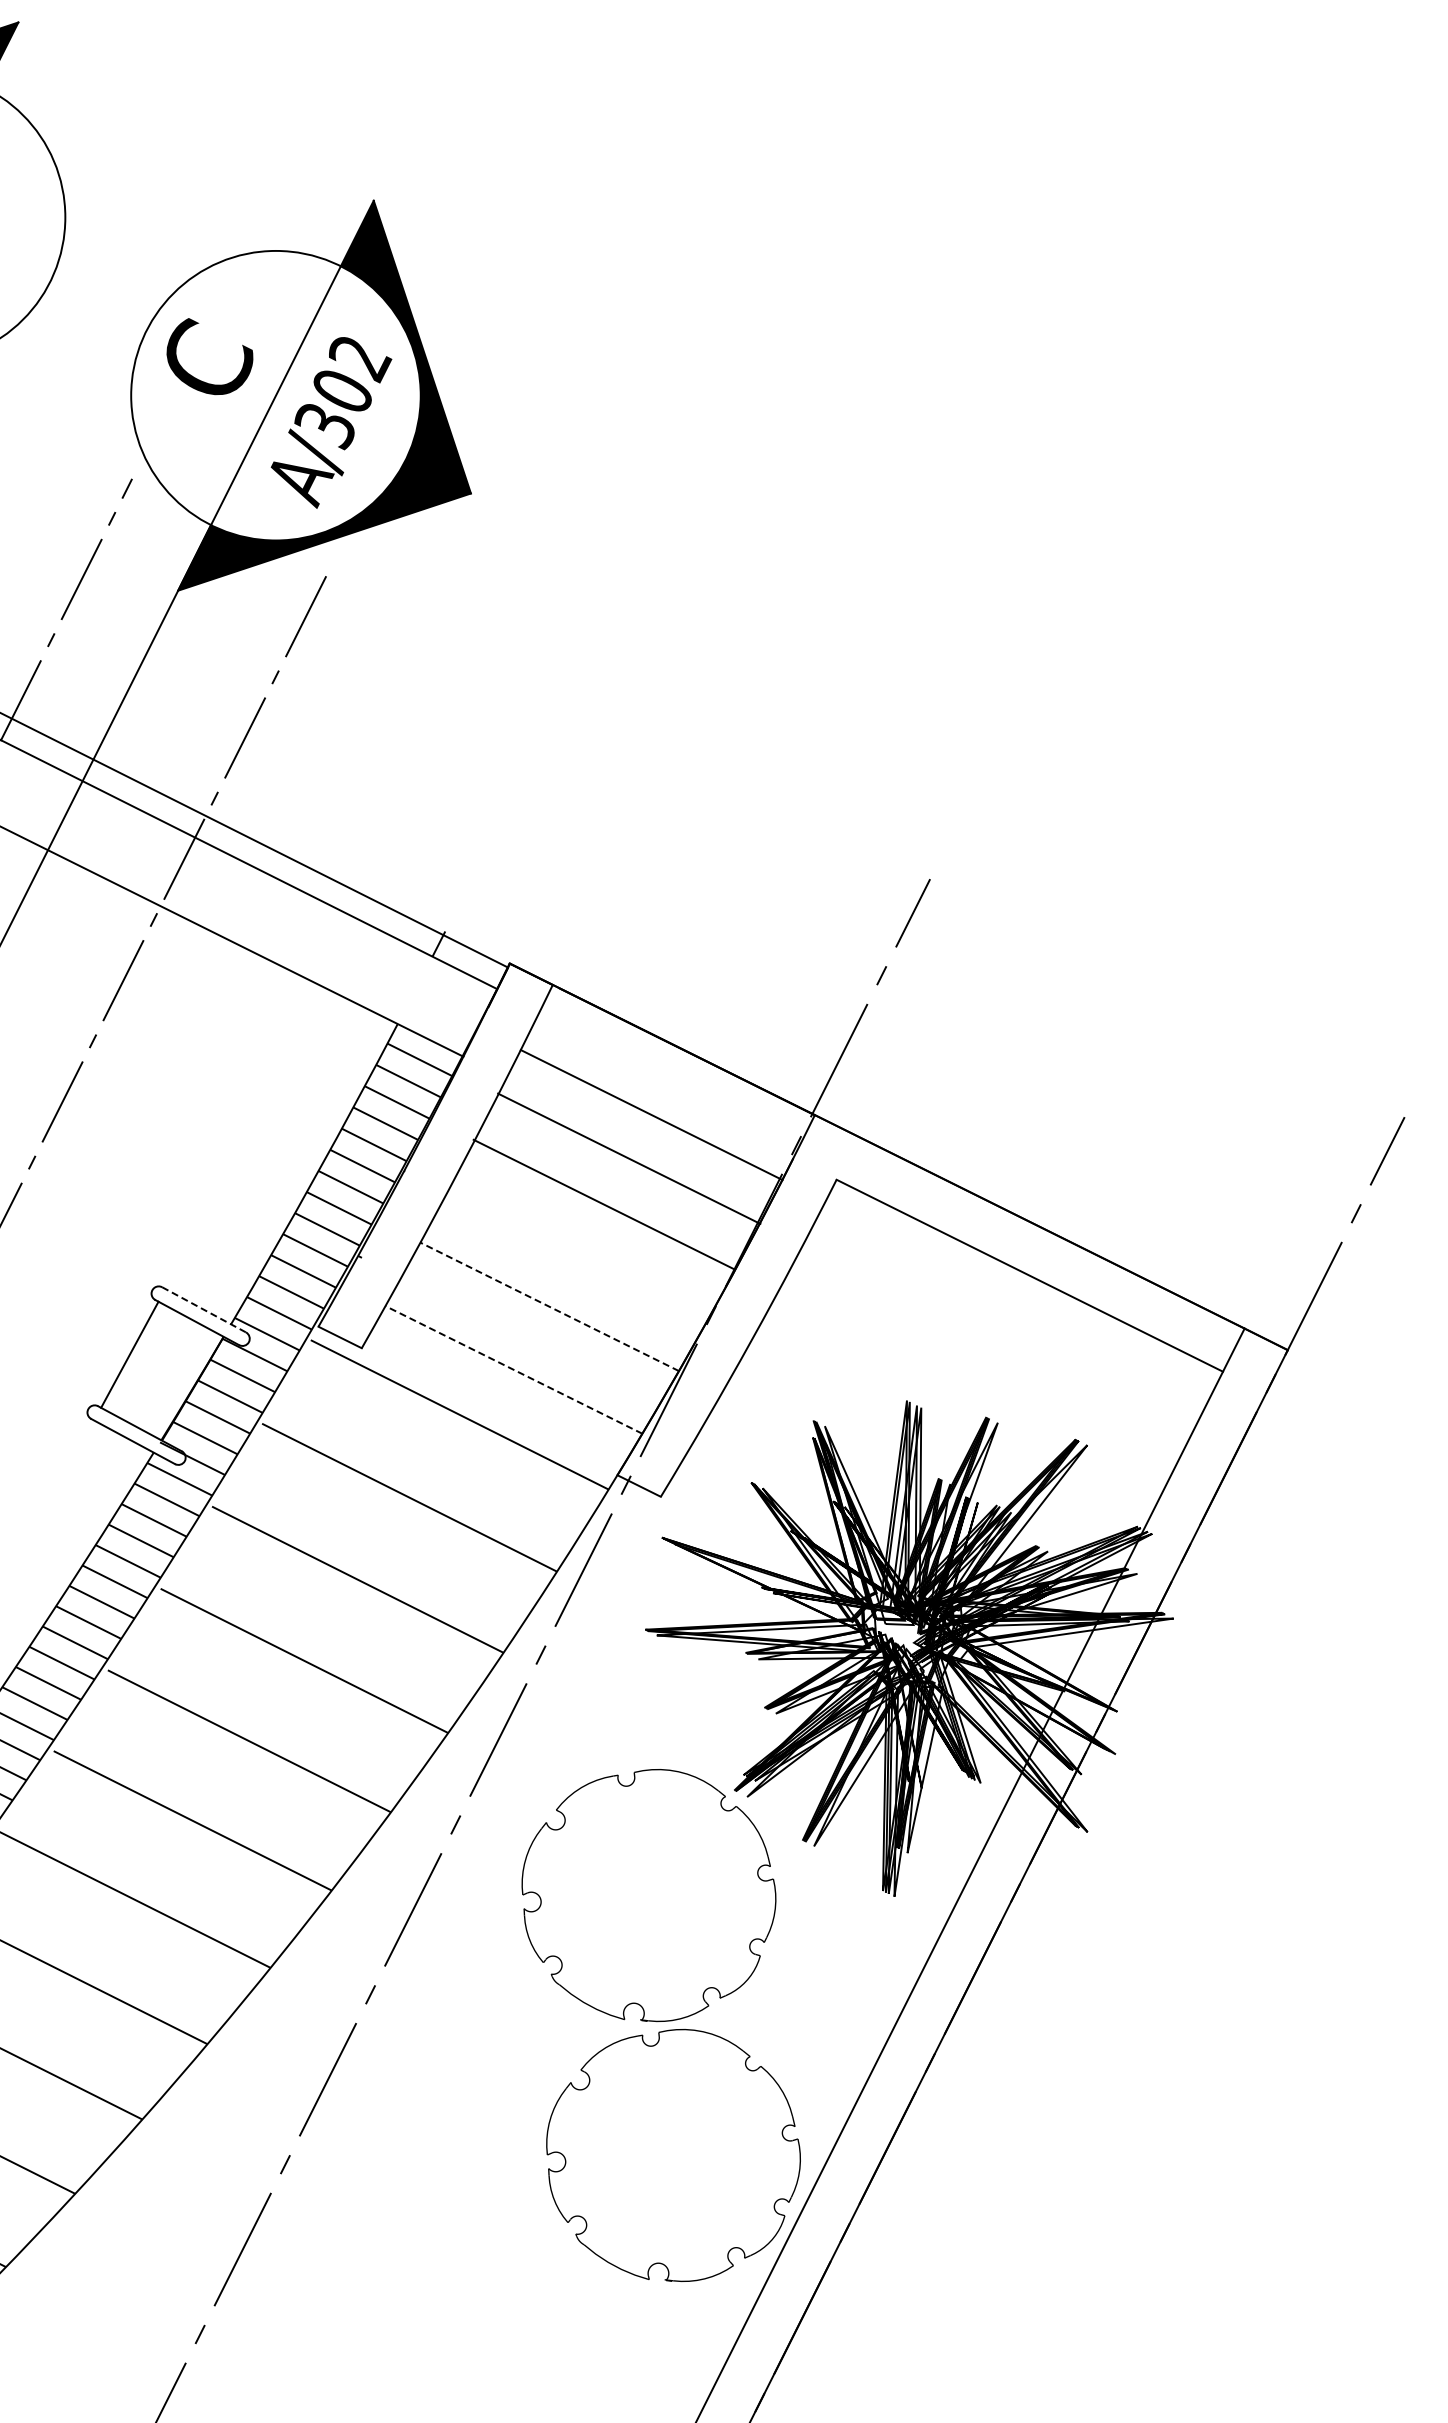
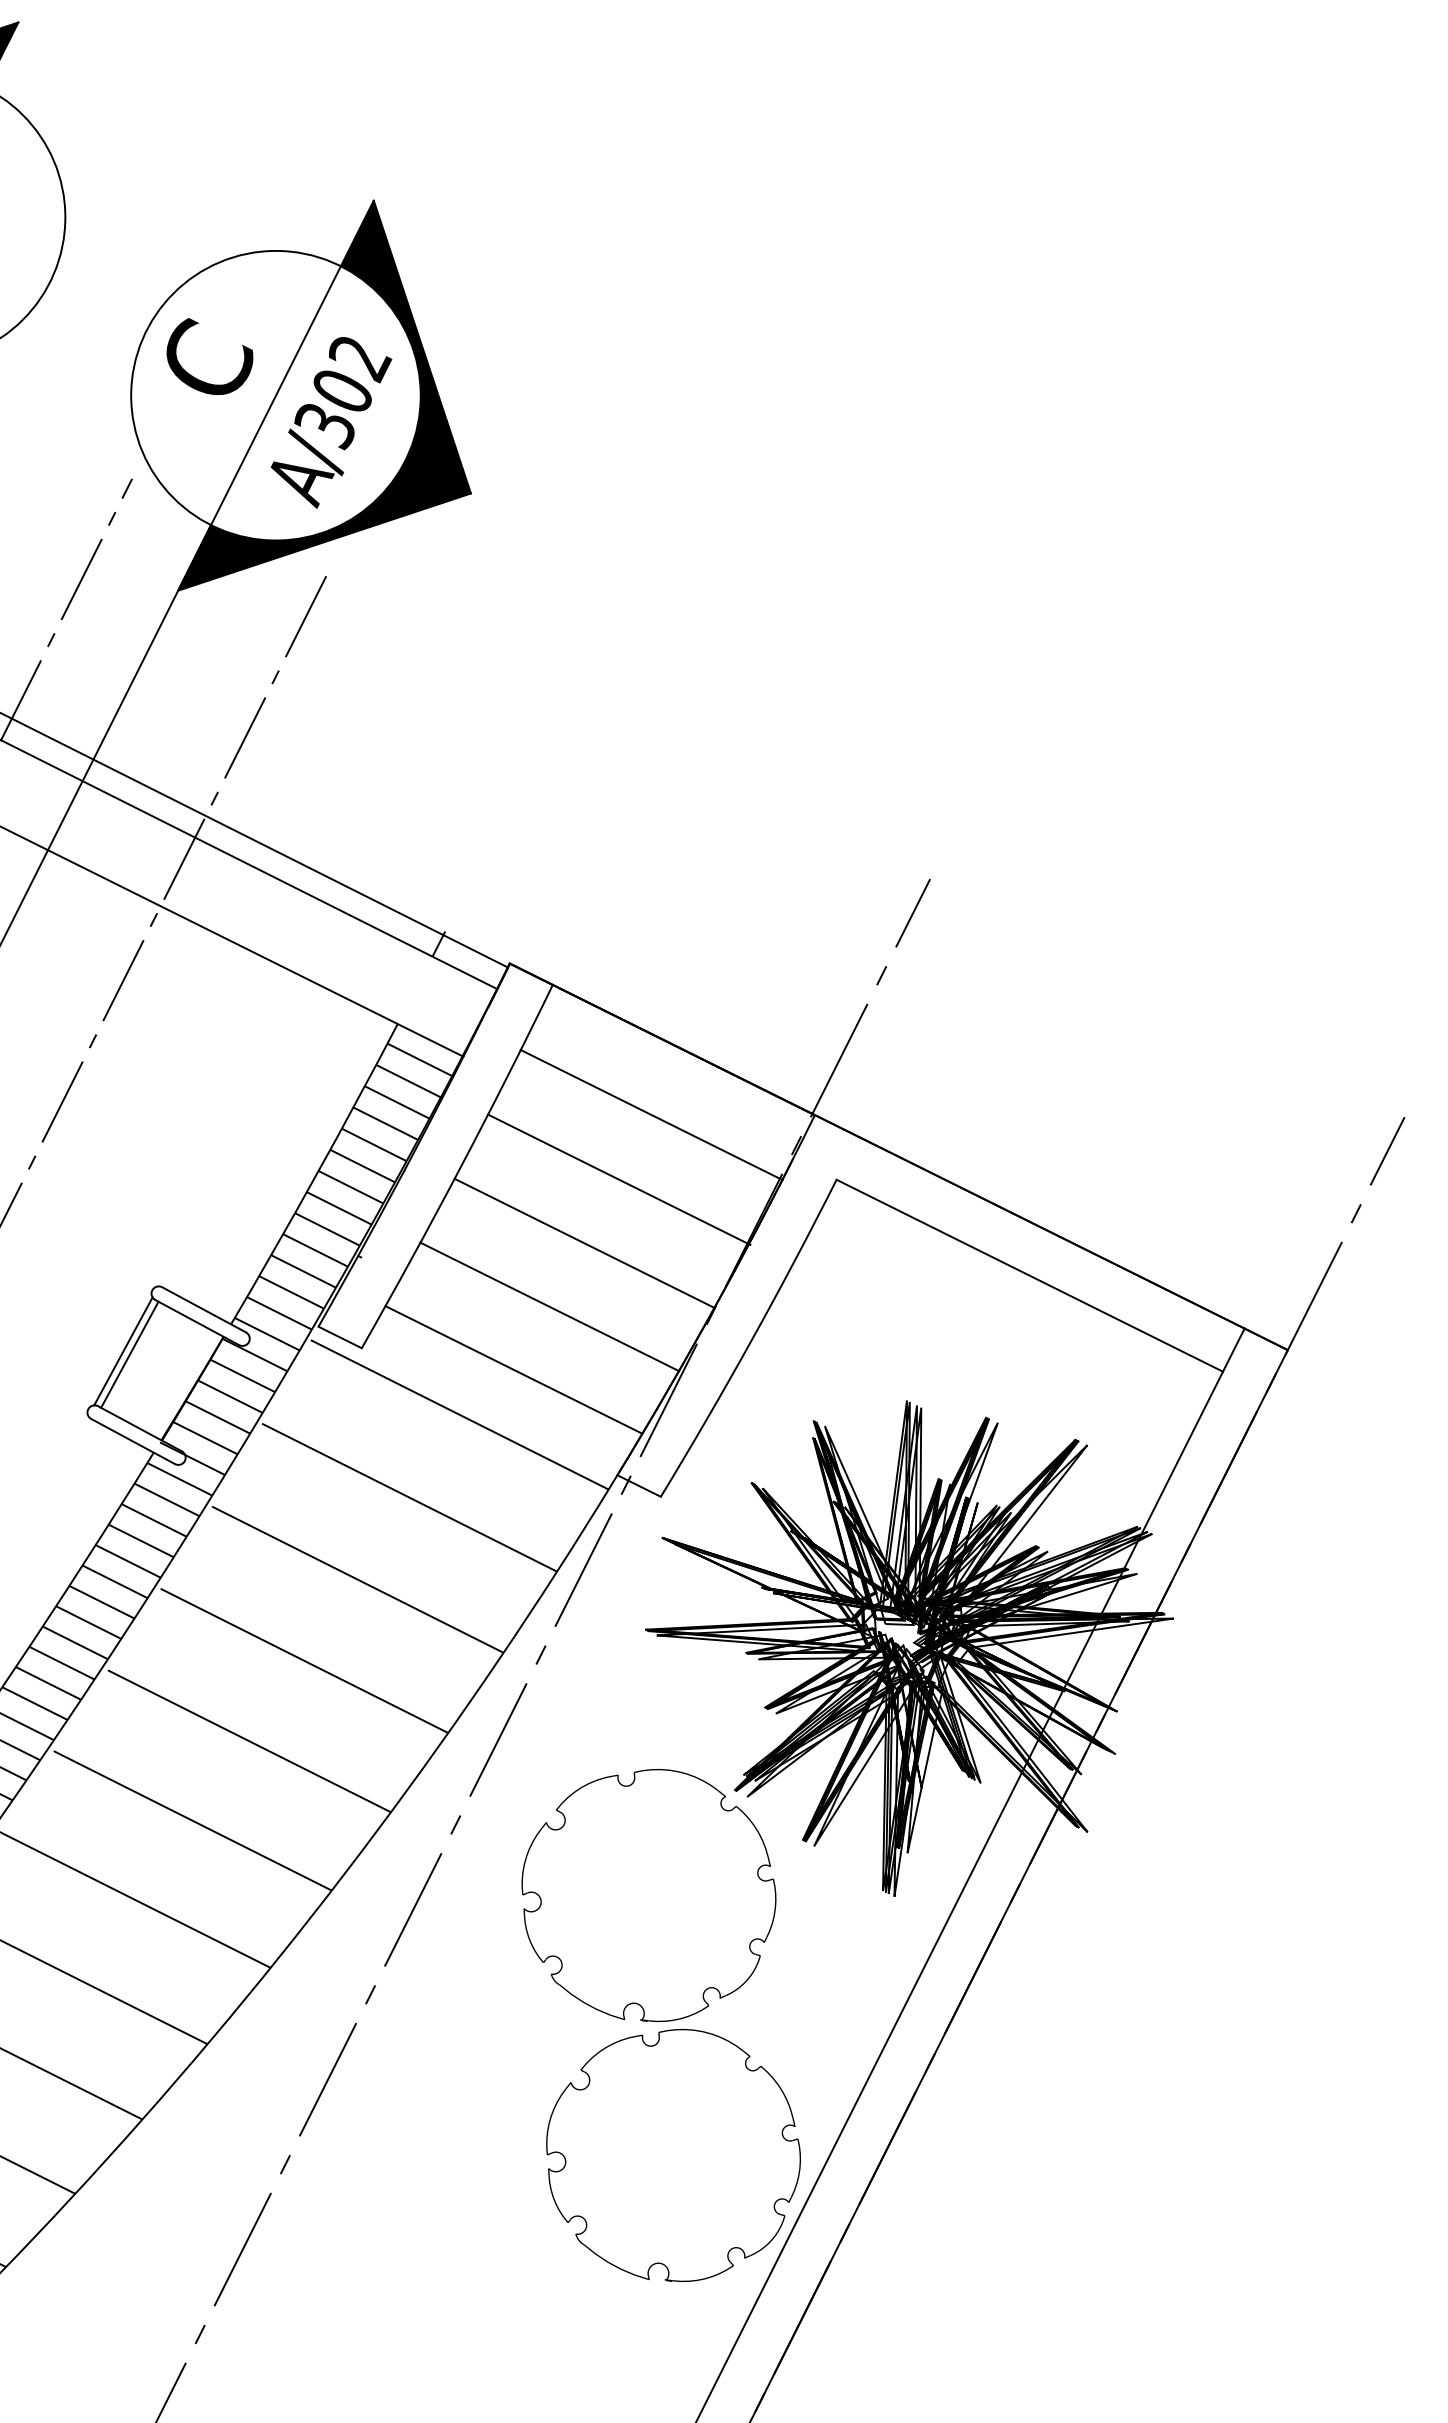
line at (629, 1158) position: (629, 1158) -> (619, 1179)
line at (603, 1203) position: (603, 1203) -> (584, 1242)
line at (549, 1306): dashed -> solid
line at (204, 1309): dashed -> solid
line at (123, 1351): none -> present
line at (513, 1369): dashed -> solid
